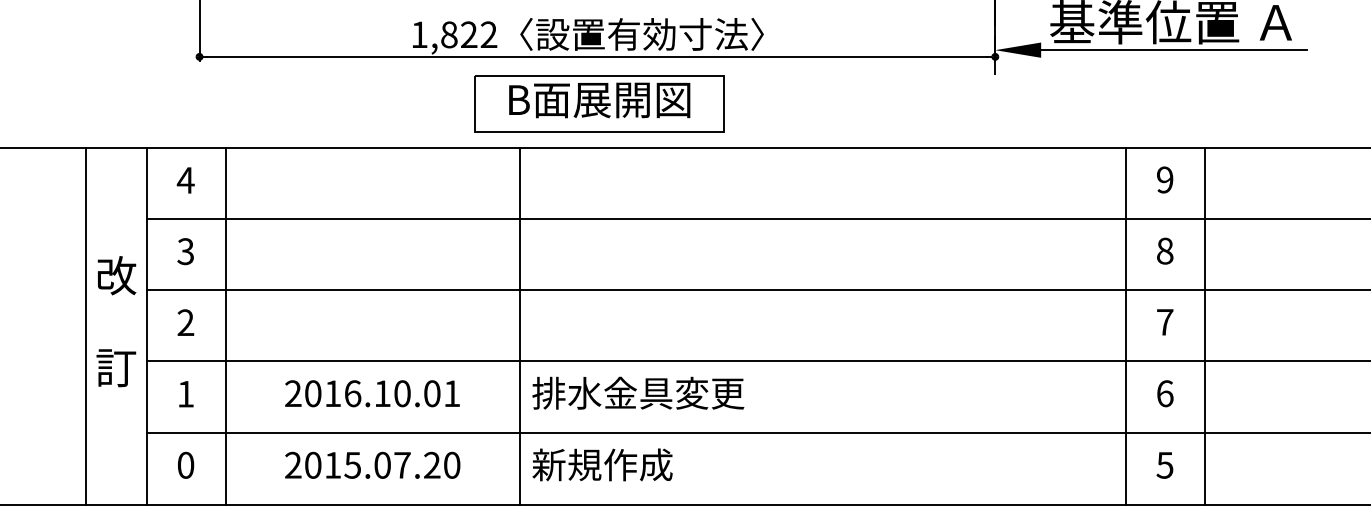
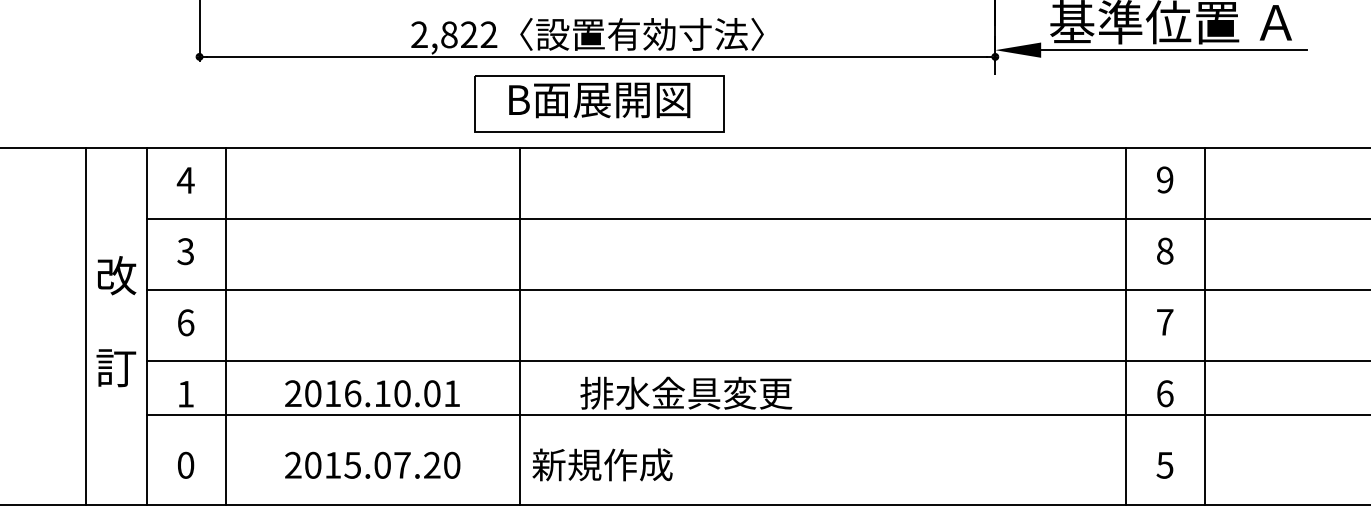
text at (419, 34): 1,822 -> 2,822
text at (185, 322): 2 -> 6
text at (638, 392) position: (638, 392) -> (686, 392)
line at (756, 432) position: (756, 432) -> (756, 414)
